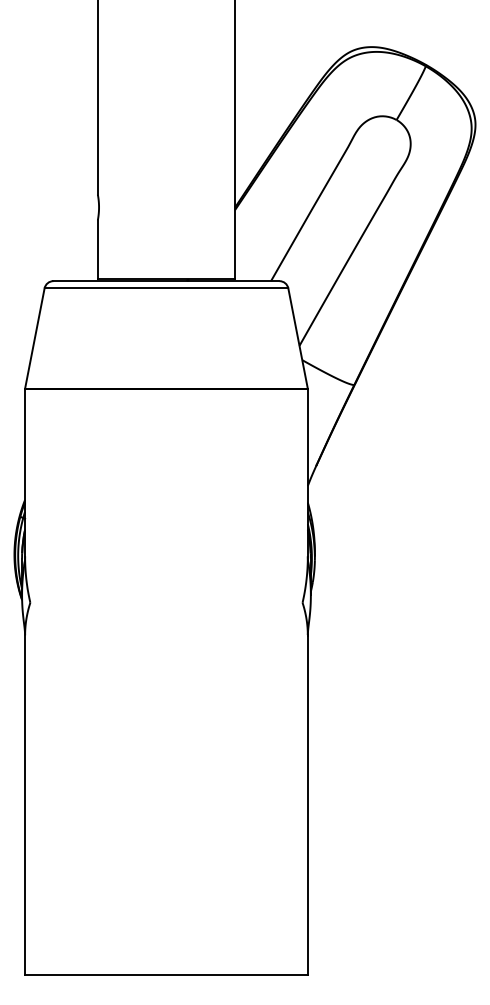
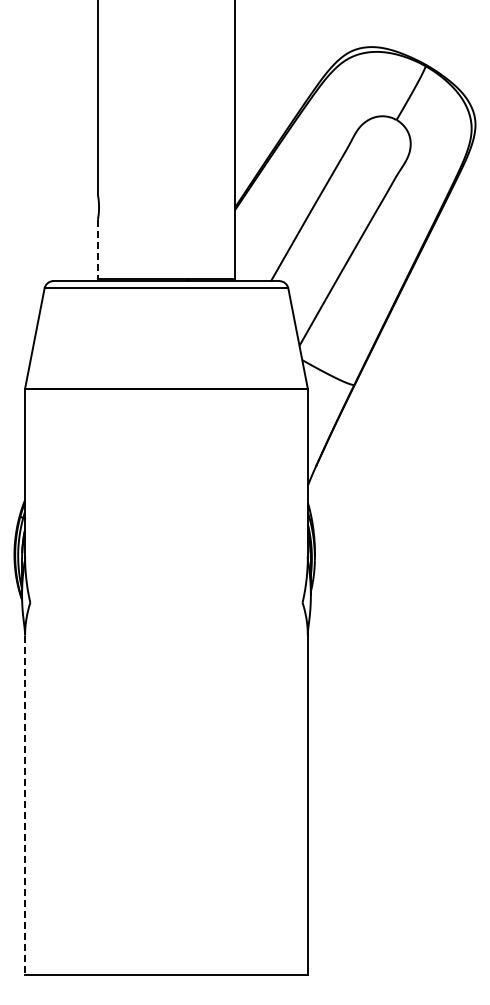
line at (97, 249): solid -> dashed
line at (25, 805): solid -> dashed
